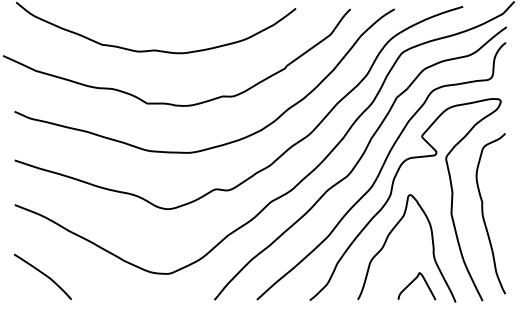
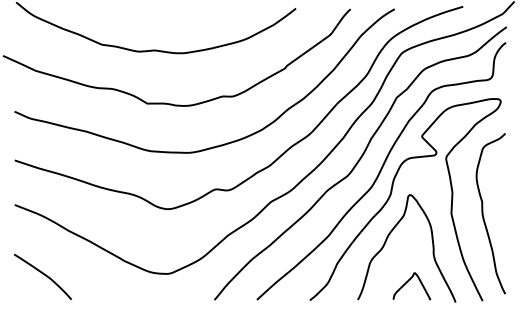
curve at (413, 282) position: (413, 282) -> (408, 282)
